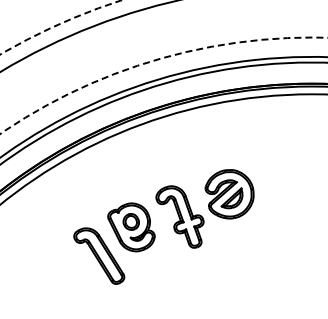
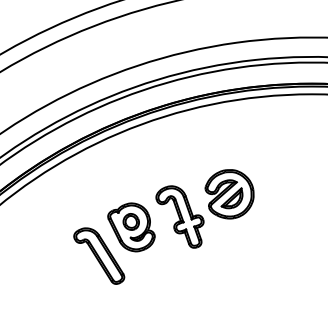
arc at (61, 23): dashed -> solid
arc at (153, 60): dashed -> solid
